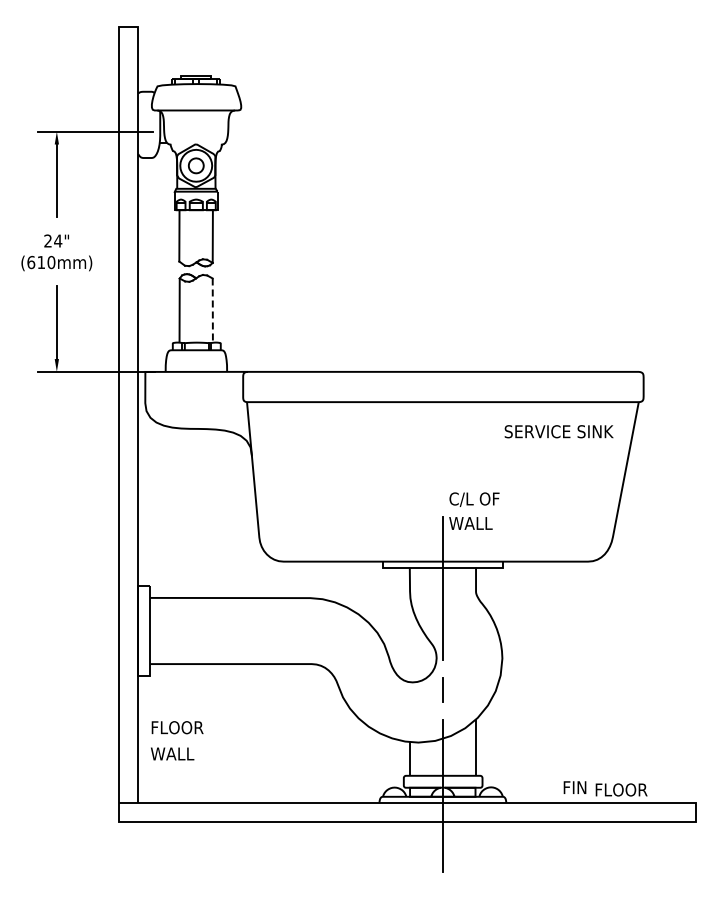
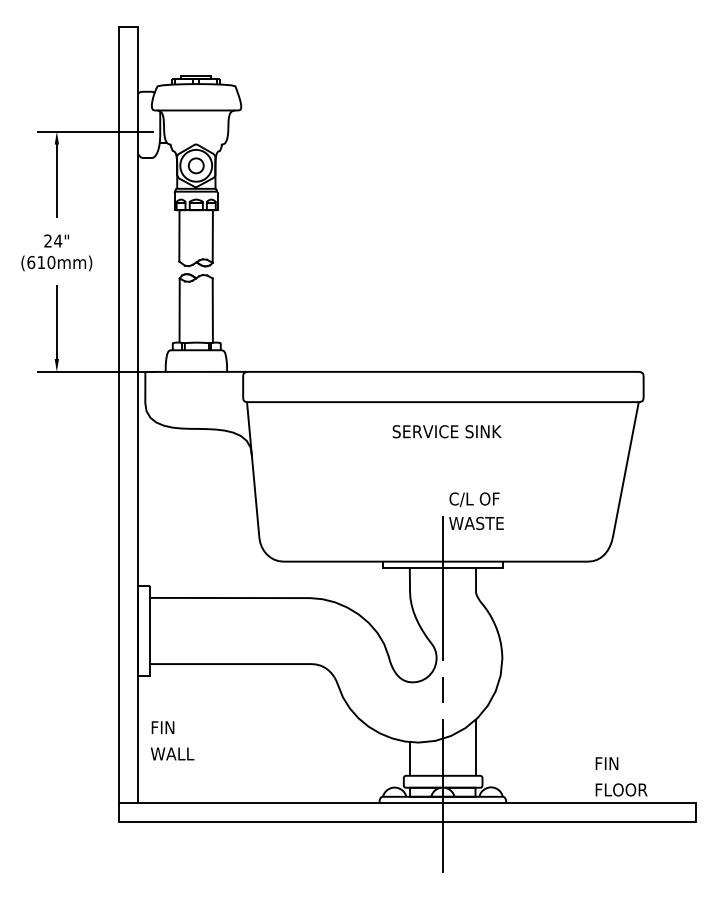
line at (212, 311): dashed -> solid
text at (558, 431) position: (558, 431) -> (446, 431)
text at (489, 523): WALL -> WASTE
text at (182, 727): FLOOR -> FIN
text at (574, 787) position: (574, 787) -> (606, 763)
